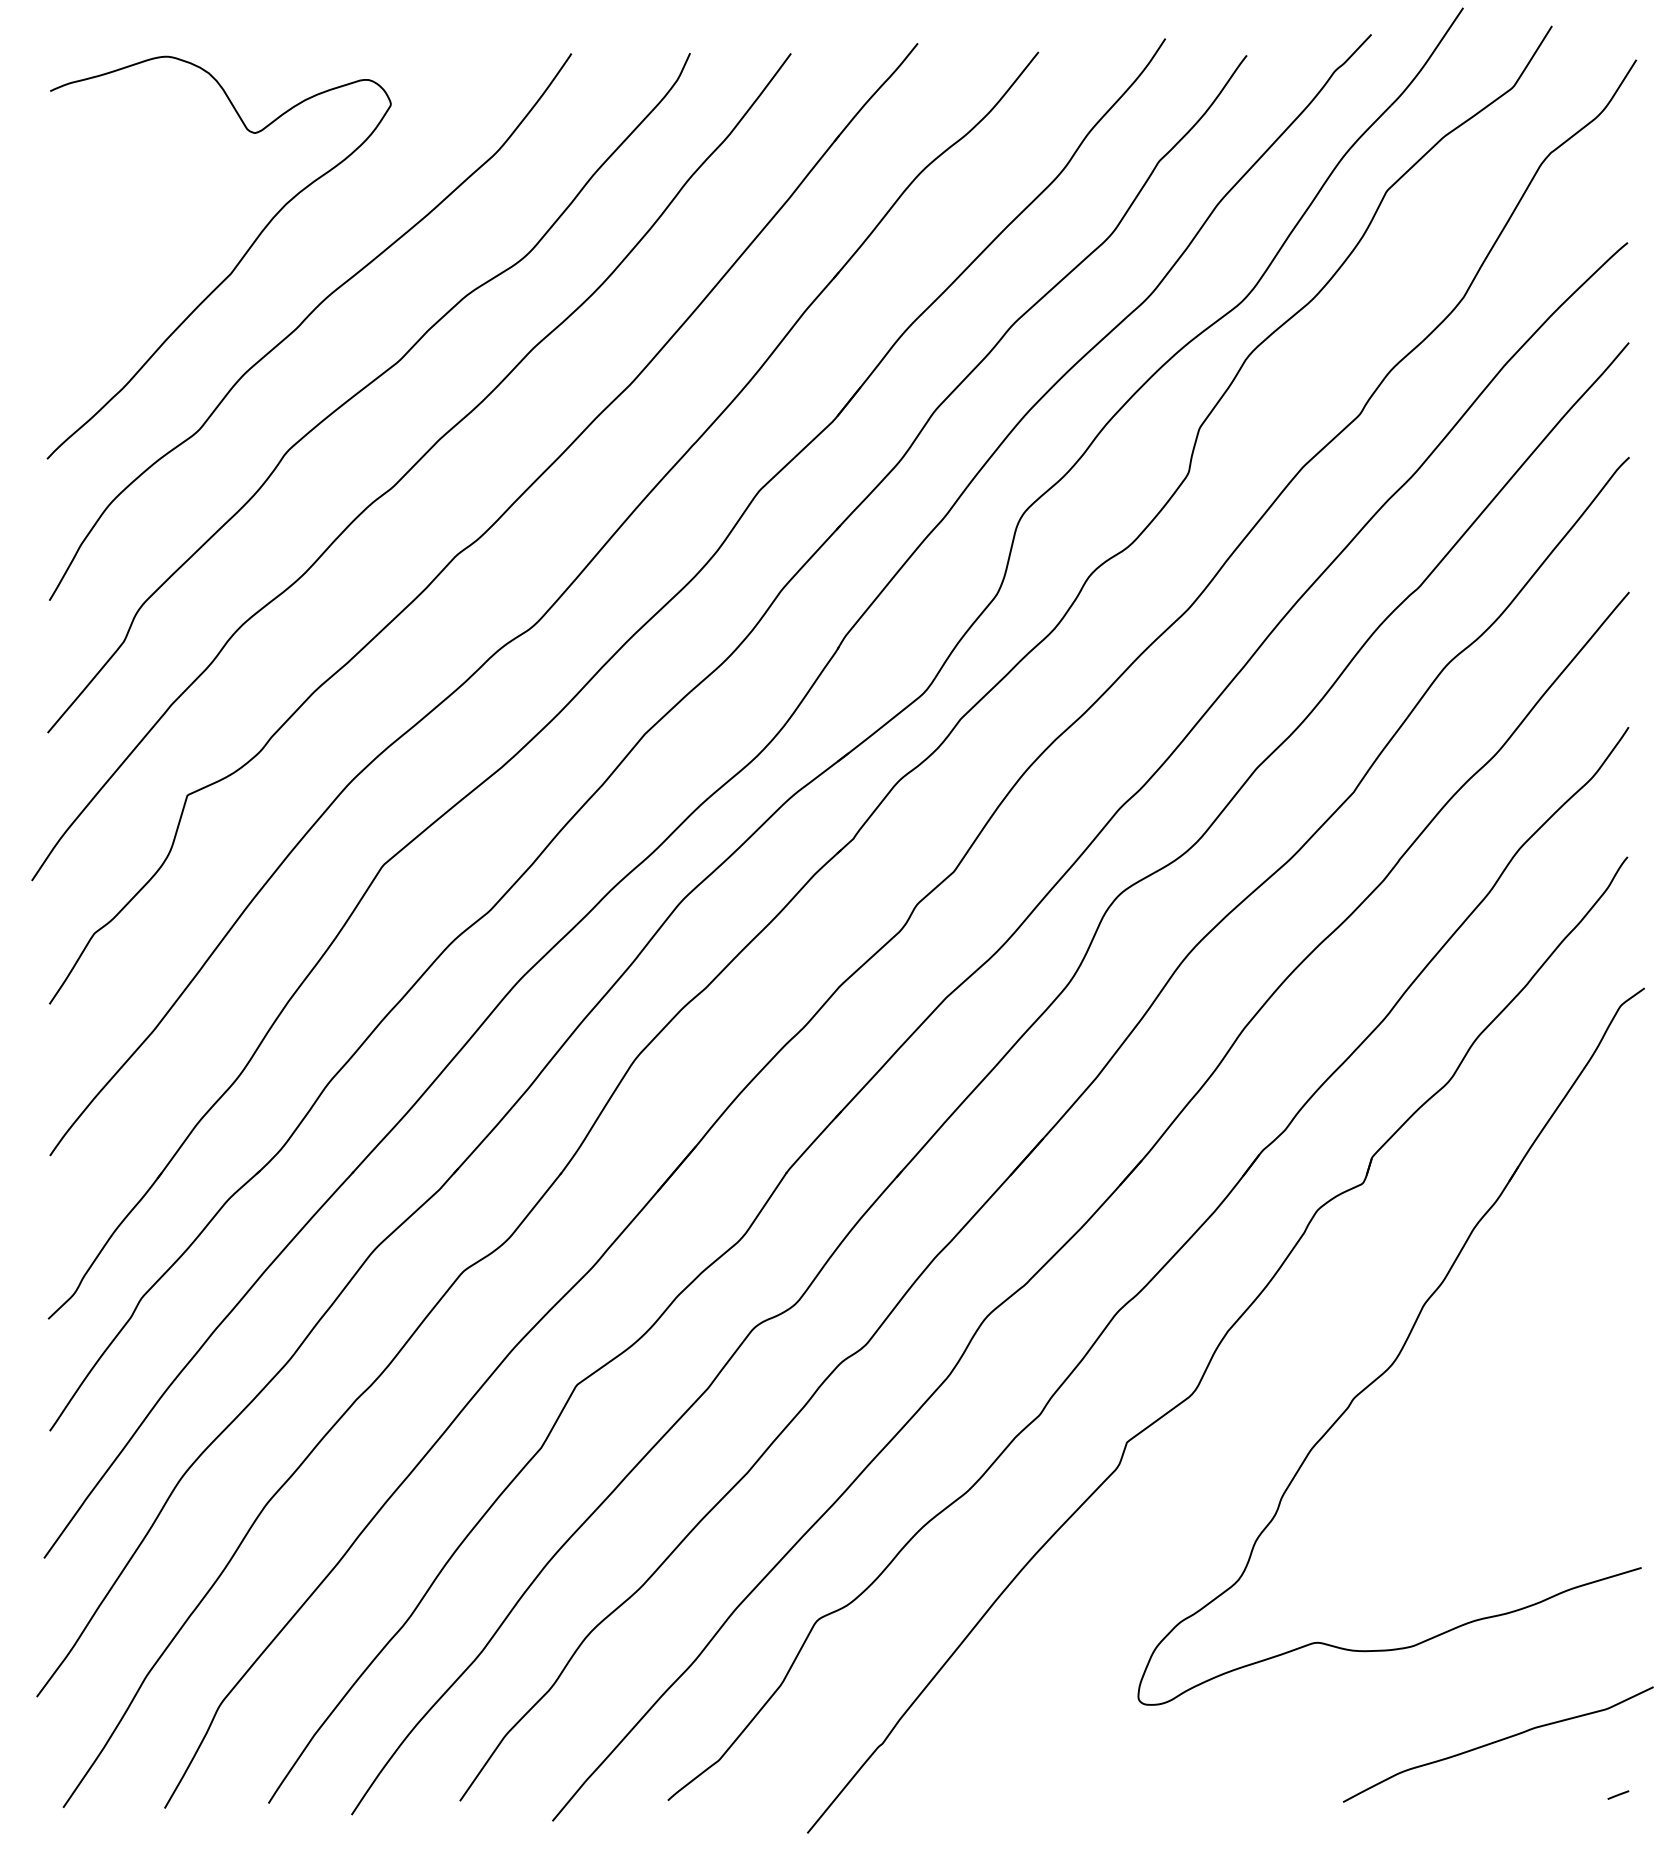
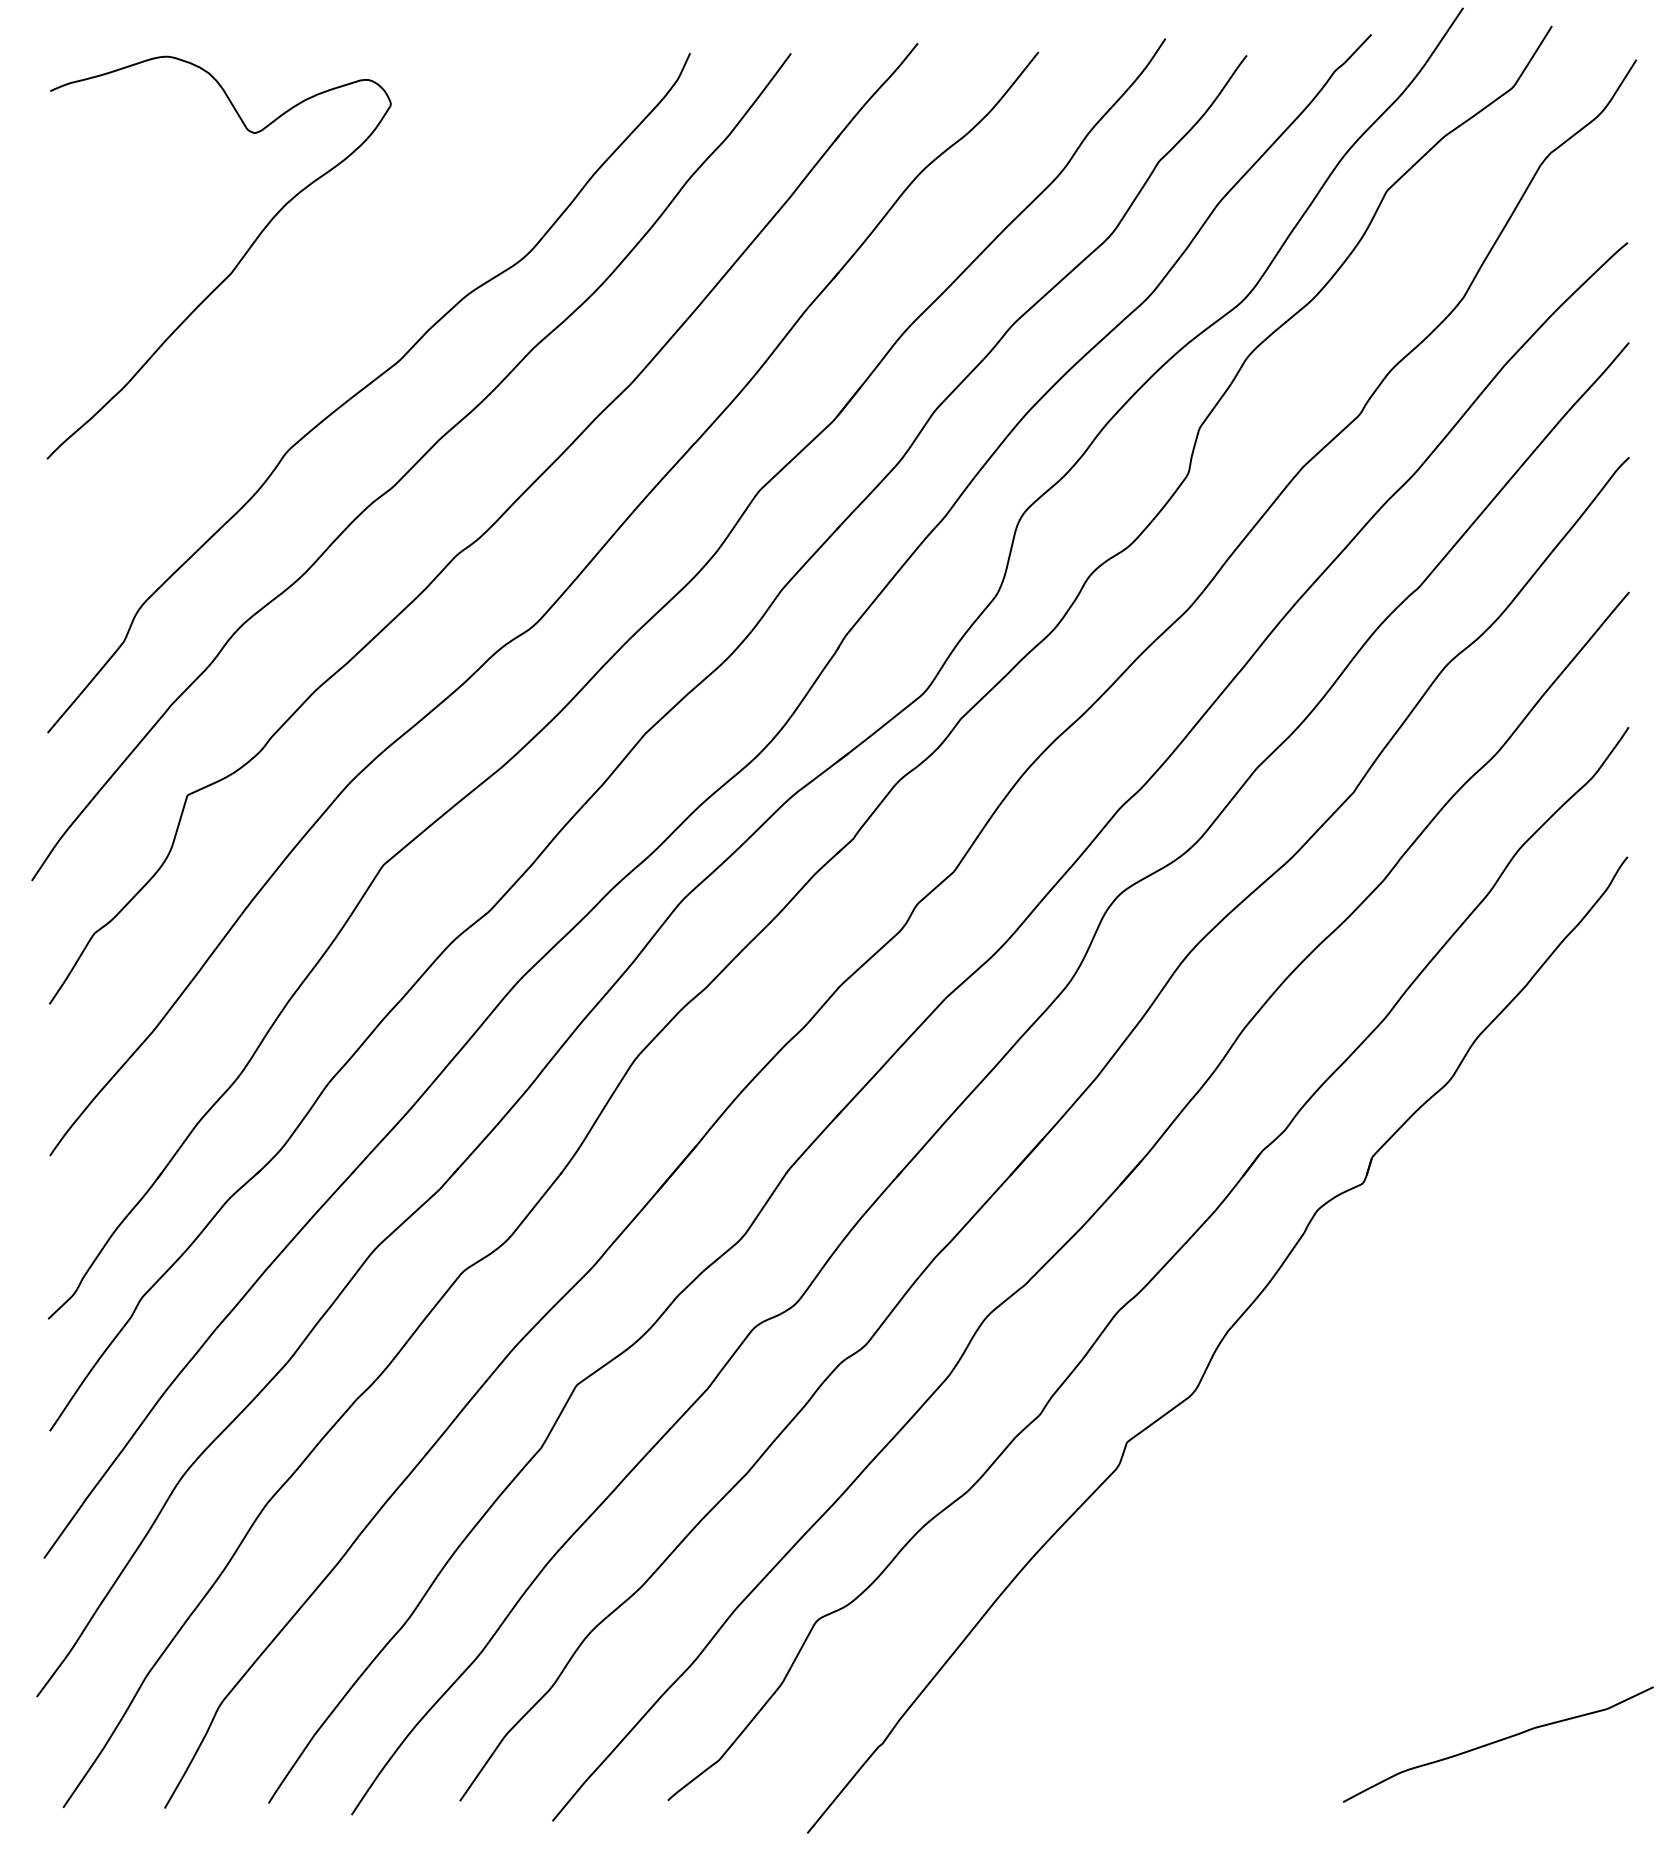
curve at (305, 320): present -> none
part at (1399, 1351): present -> none
line at (1618, 1794): present -> none
